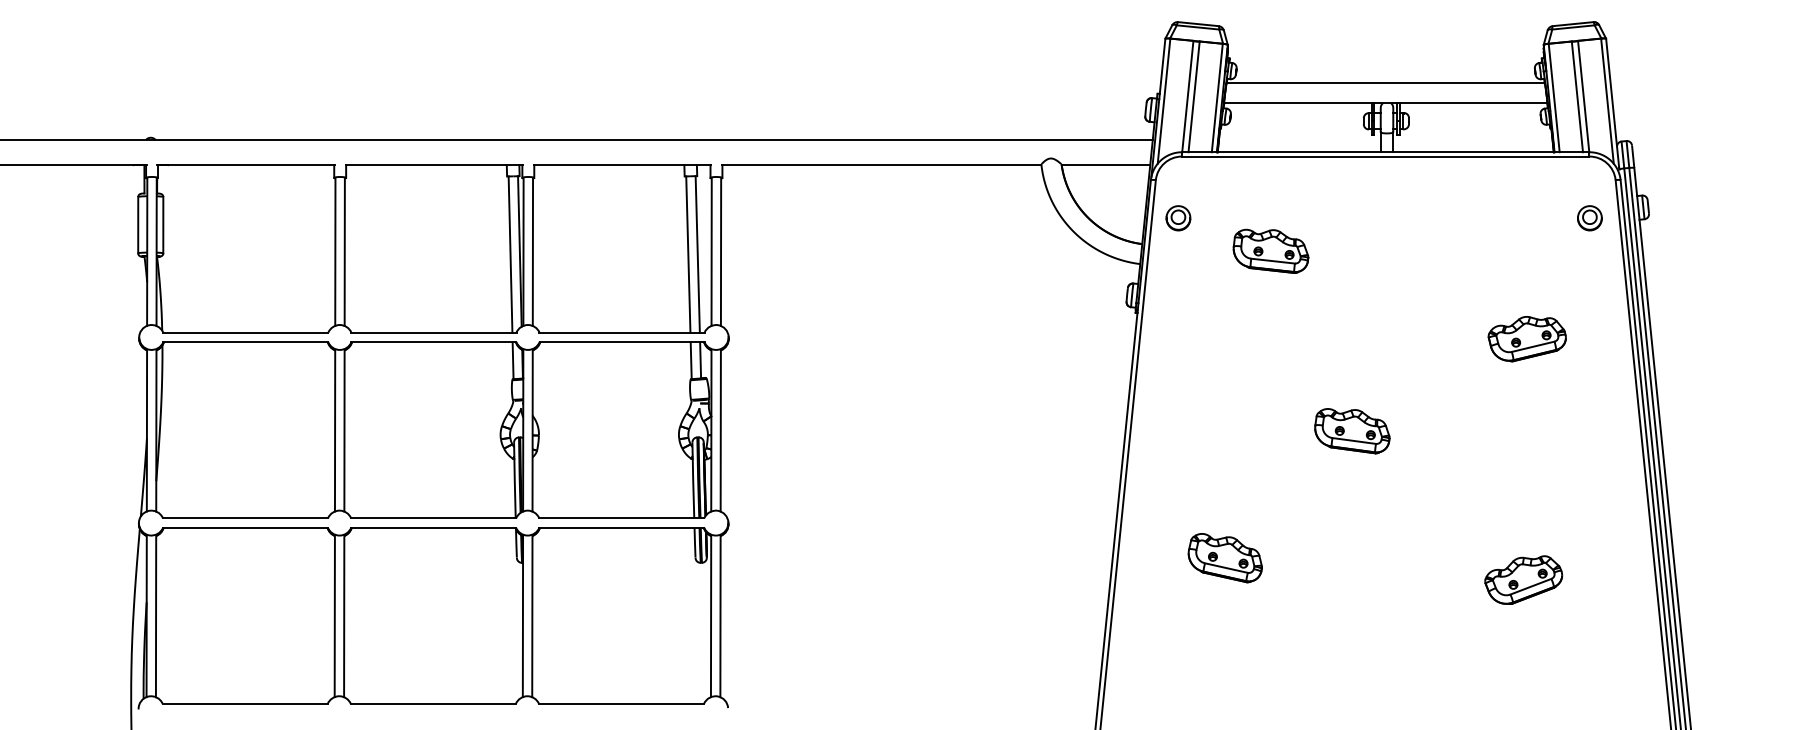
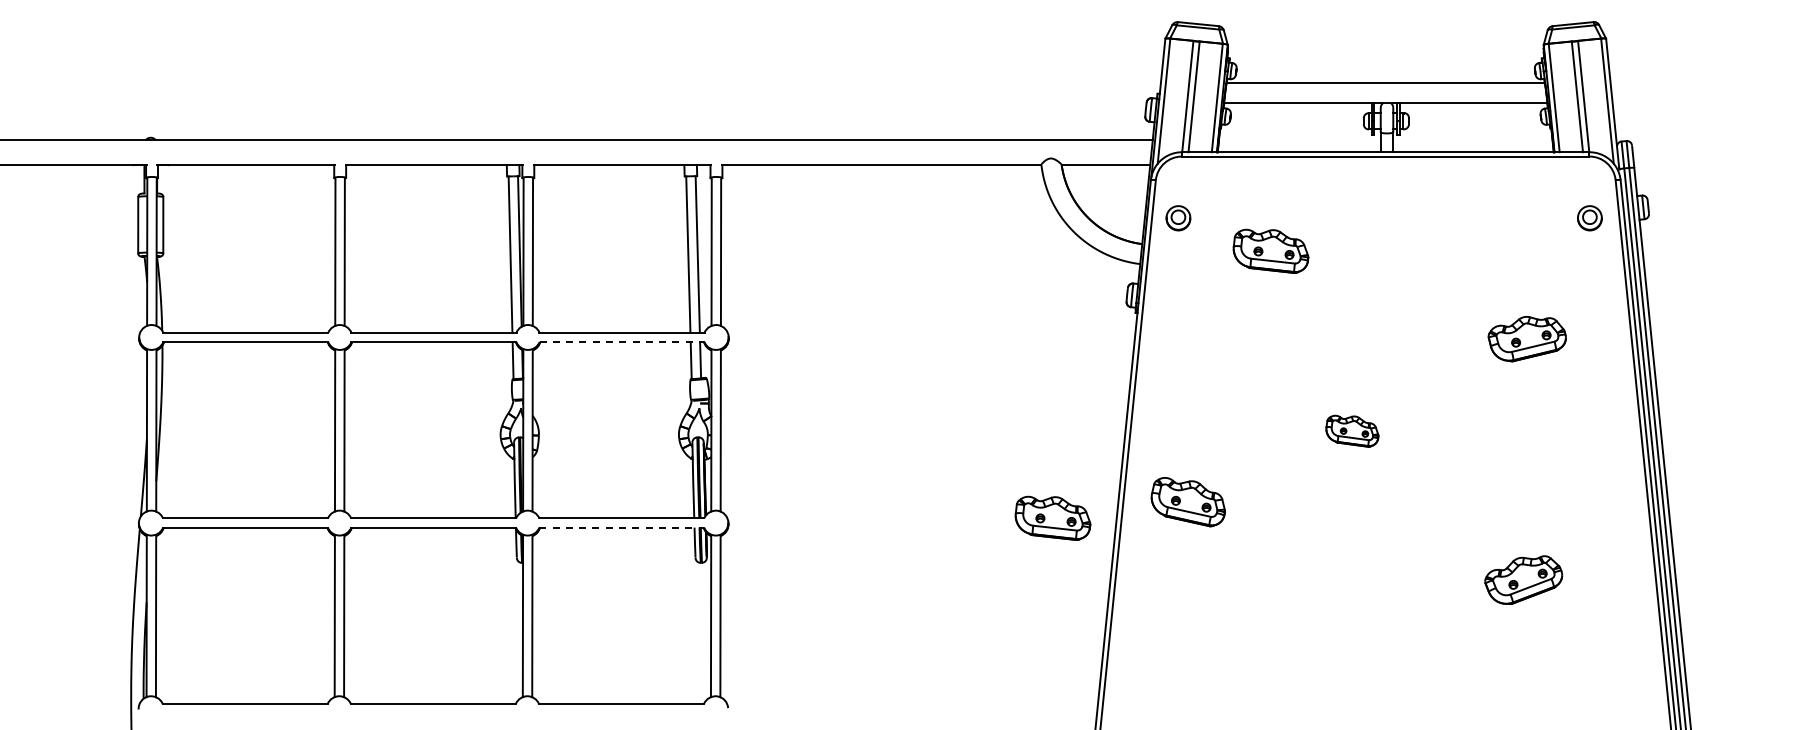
line at (622, 342): solid -> dashed
part at (1352, 431) size: 77x47 px -> 55x34 px
part at (1052, 517): none -> present
line at (622, 527): solid -> dashed
part at (1224, 558) position: (1224, 558) -> (1187, 502)
